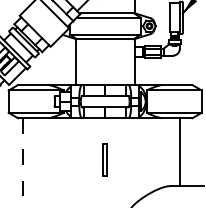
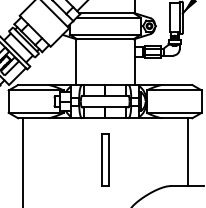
line at (180, 152) position: (180, 152) -> (188, 152)
part at (104, 159) size: 6x34 px -> 9x54 px
line at (22, 162): dashed -> solid
